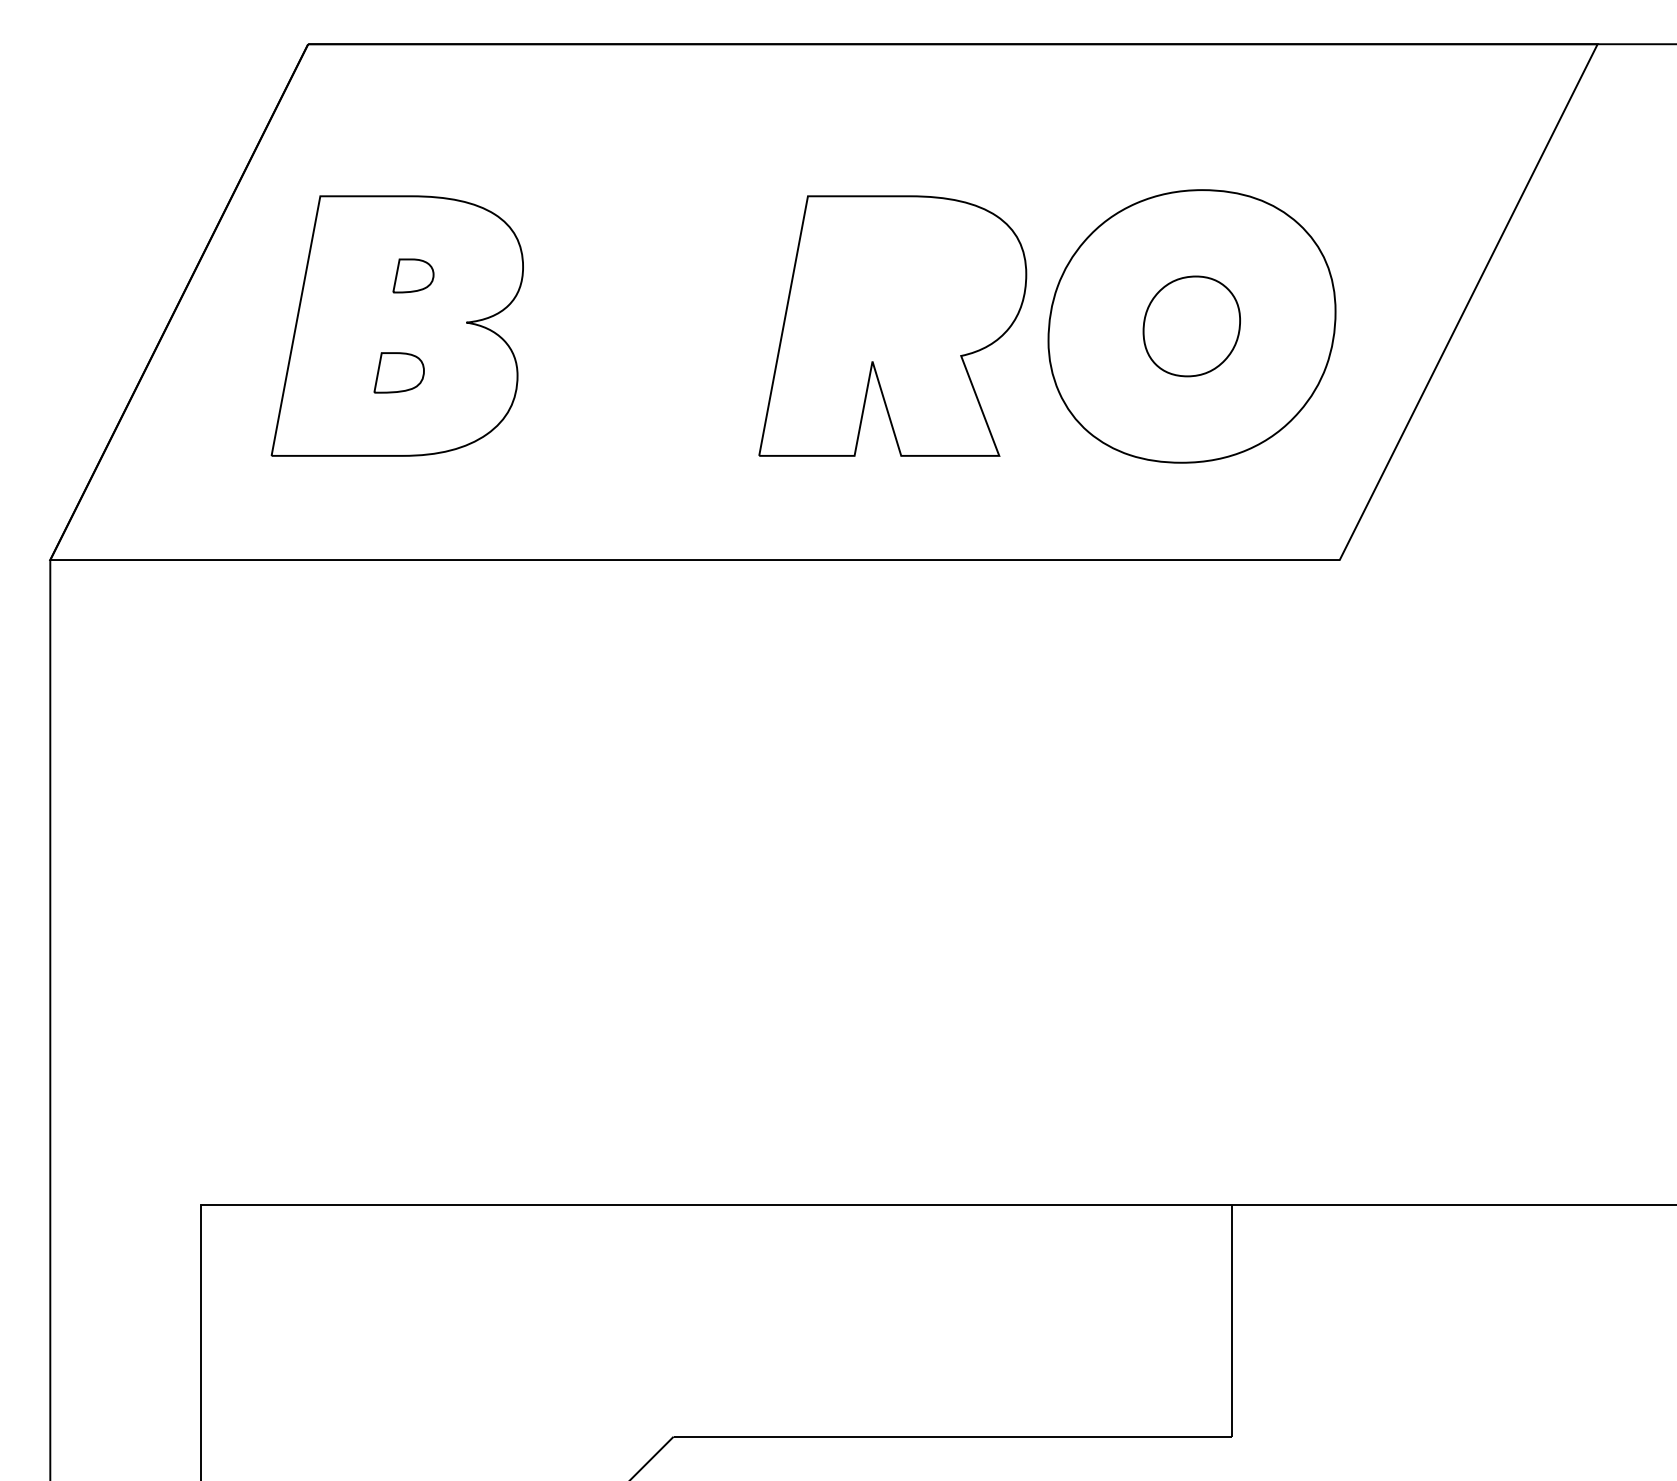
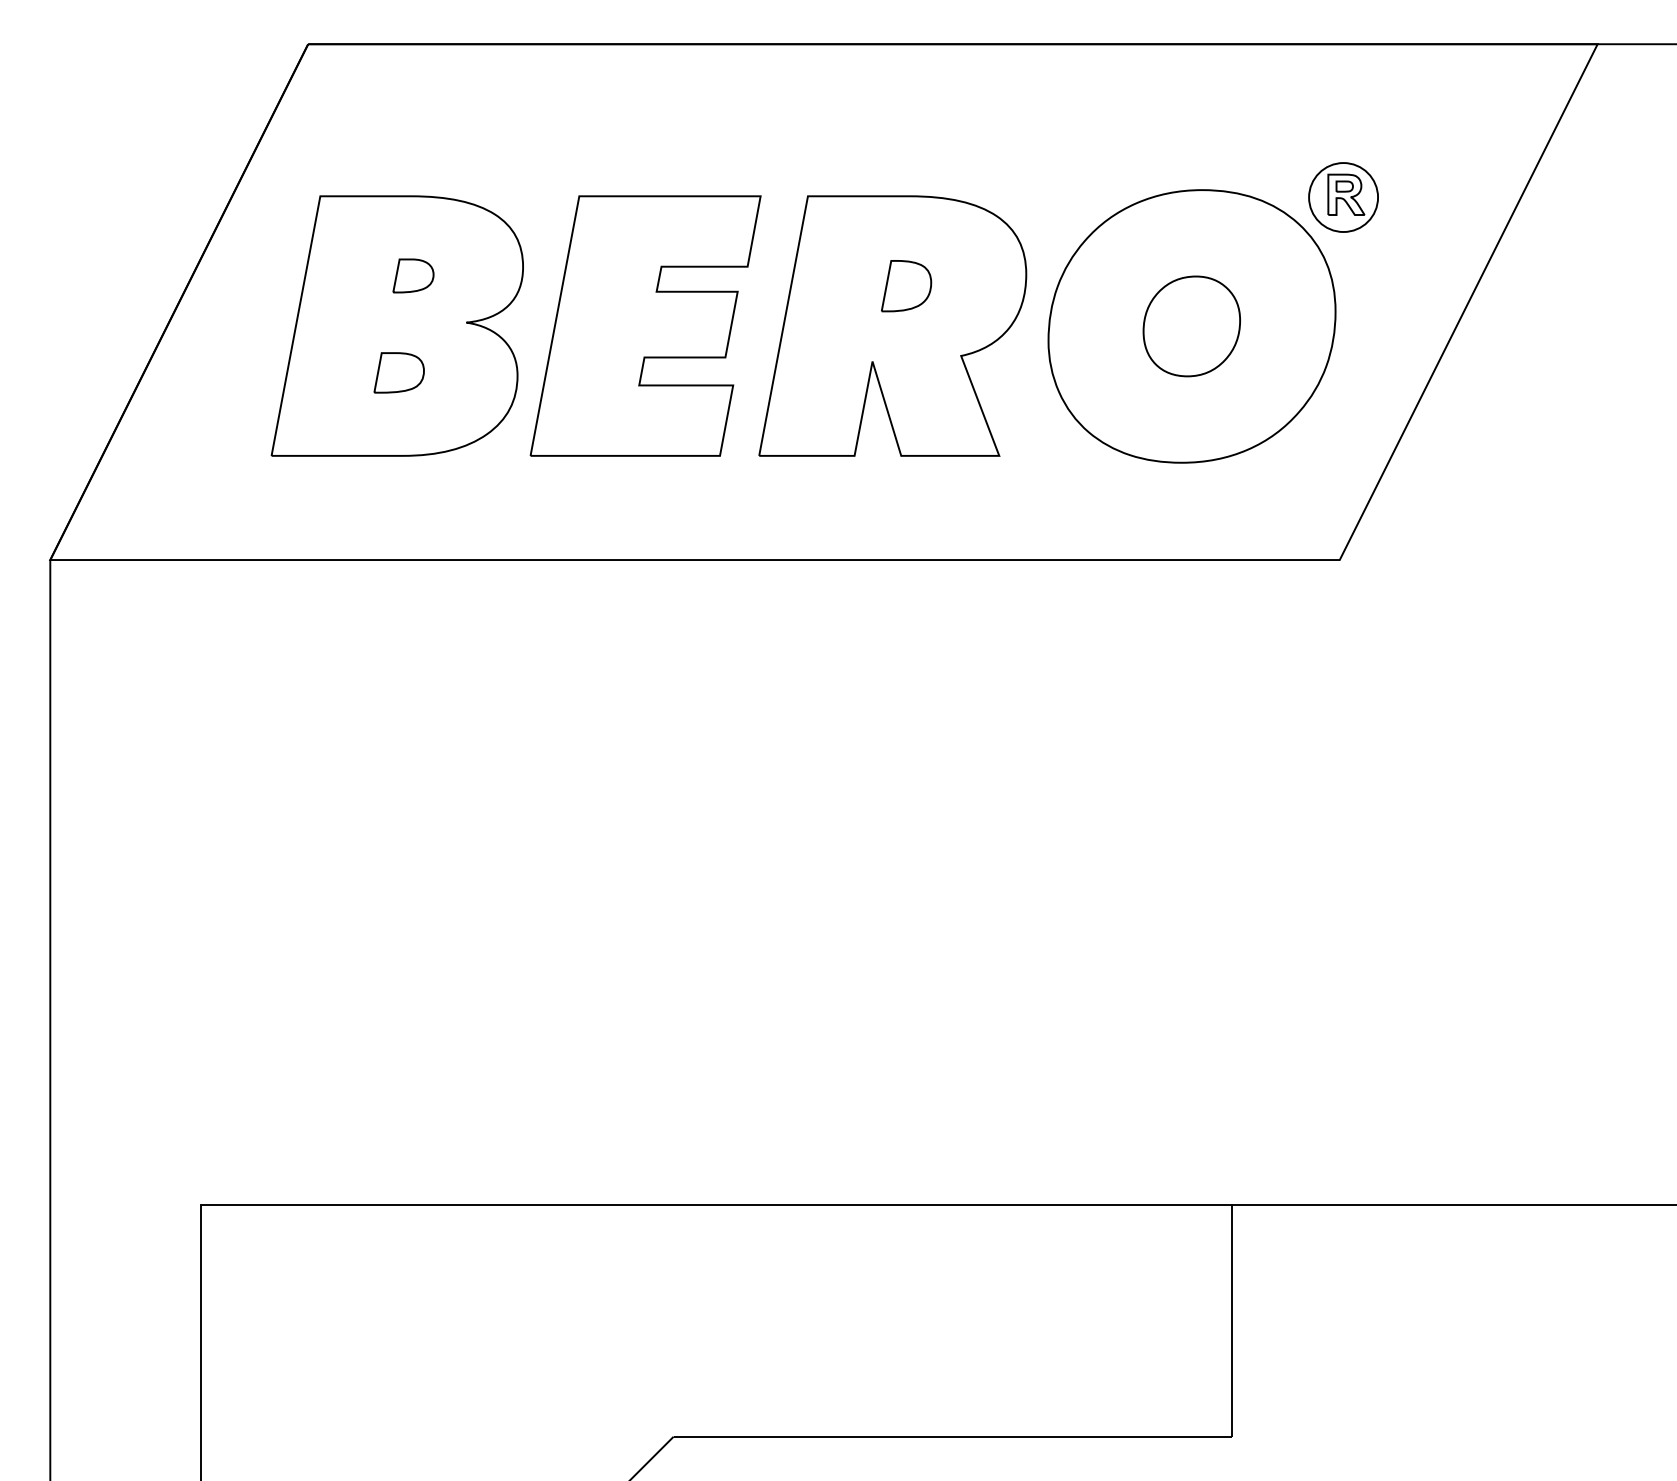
part at (1343, 197): none -> present
part at (906, 286): none -> present
part at (645, 325): none -> present
